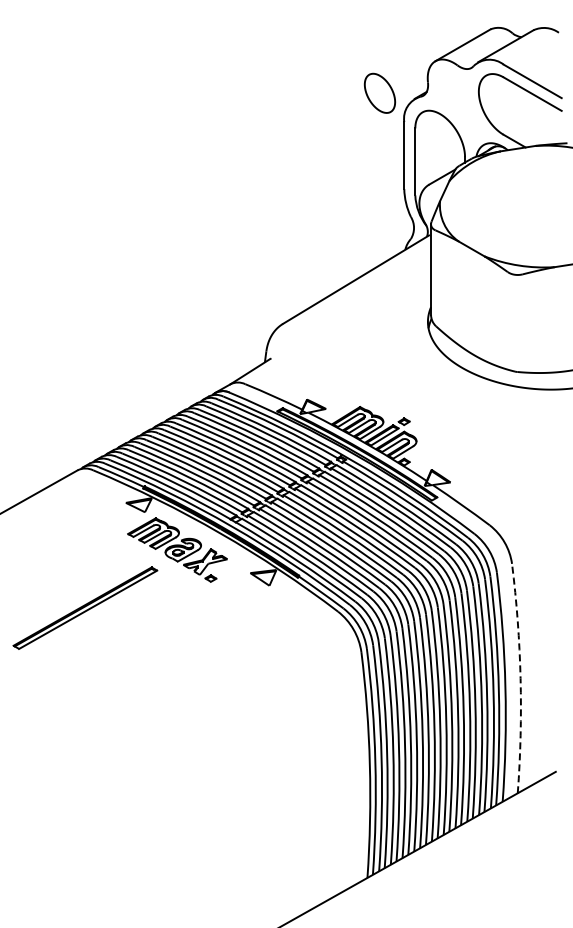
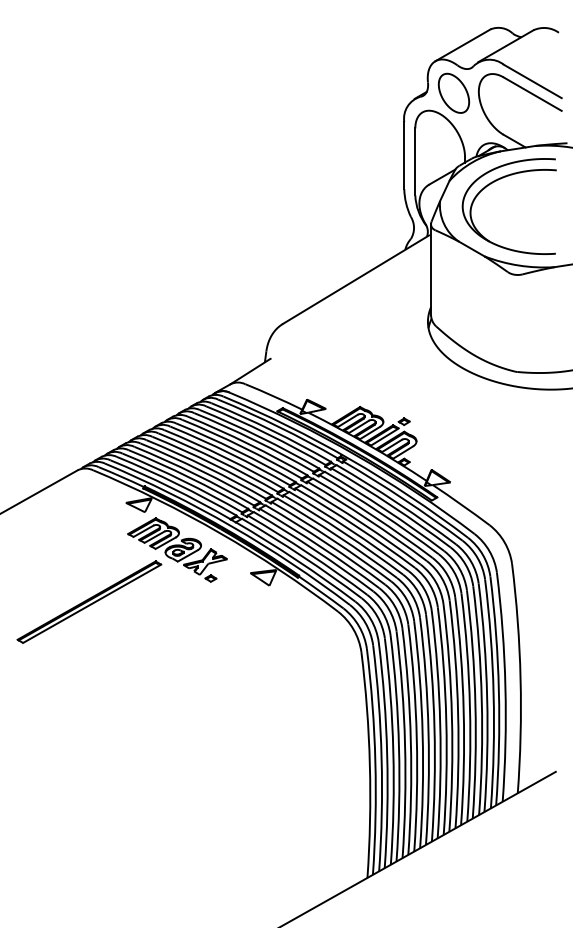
part at (379, 92) position: (379, 92) -> (453, 92)
part at (496, 181): none -> present
part at (85, 607) position: (85, 607) -> (89, 601)
arc at (520, 678): dashed -> solid
